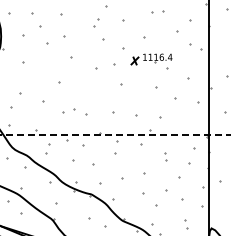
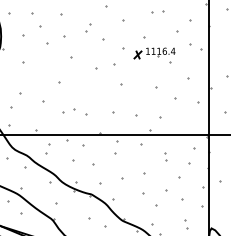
part at (96, 22) position: (96, 22) -> (88, 27)
part at (151, 61) position: (151, 61) -> (154, 55)
line at (115, 135): dashed -> solid
